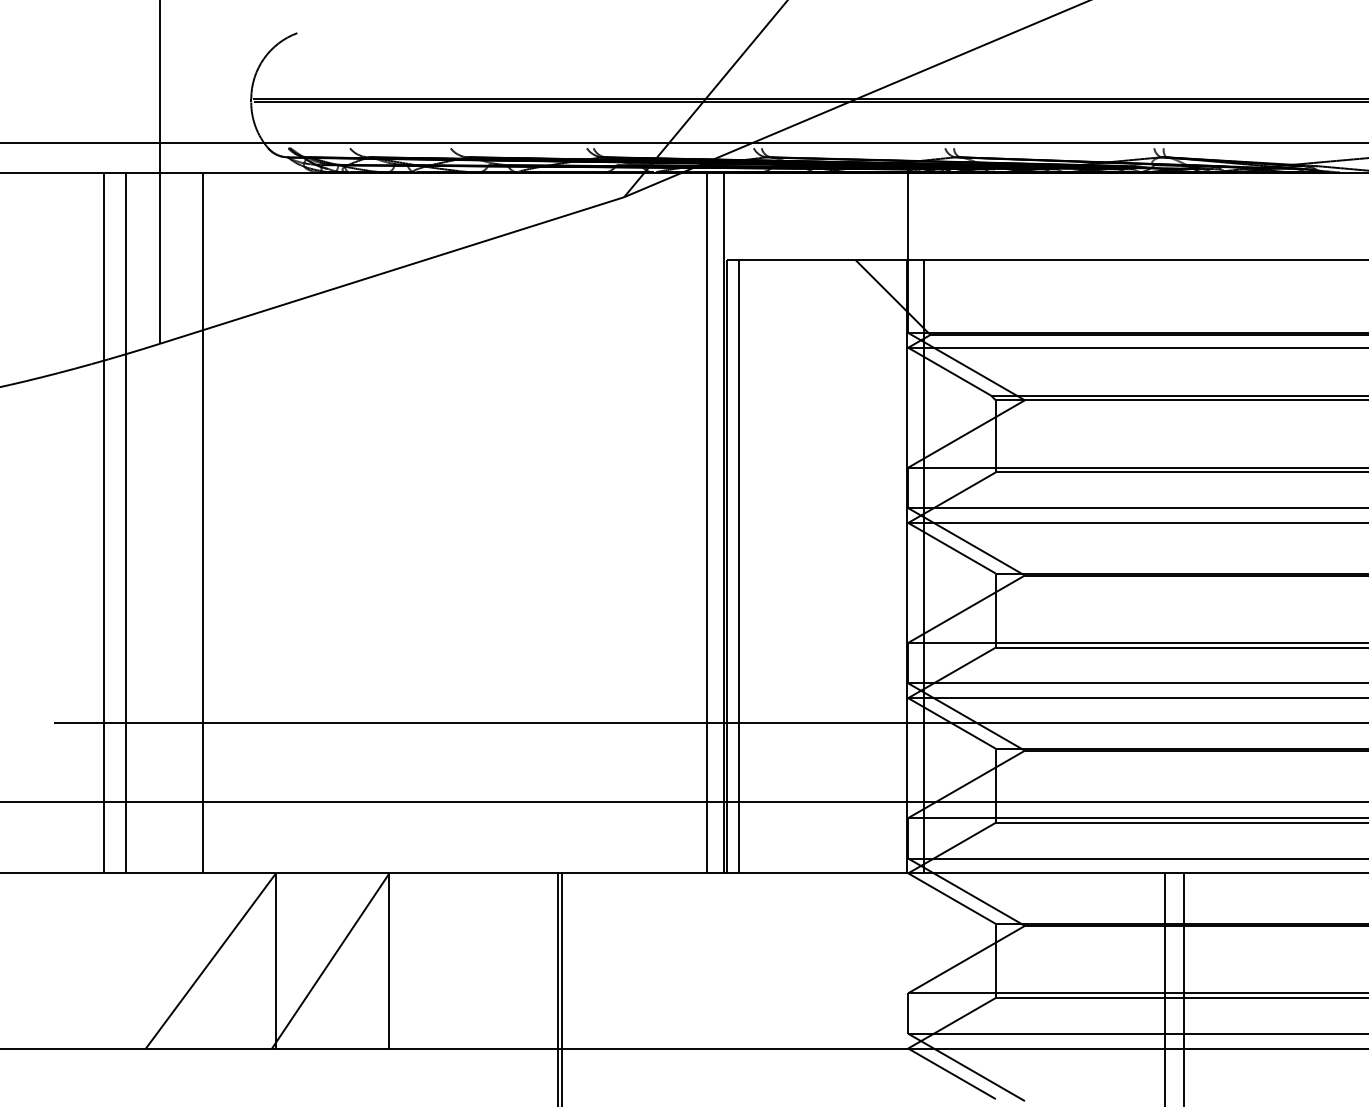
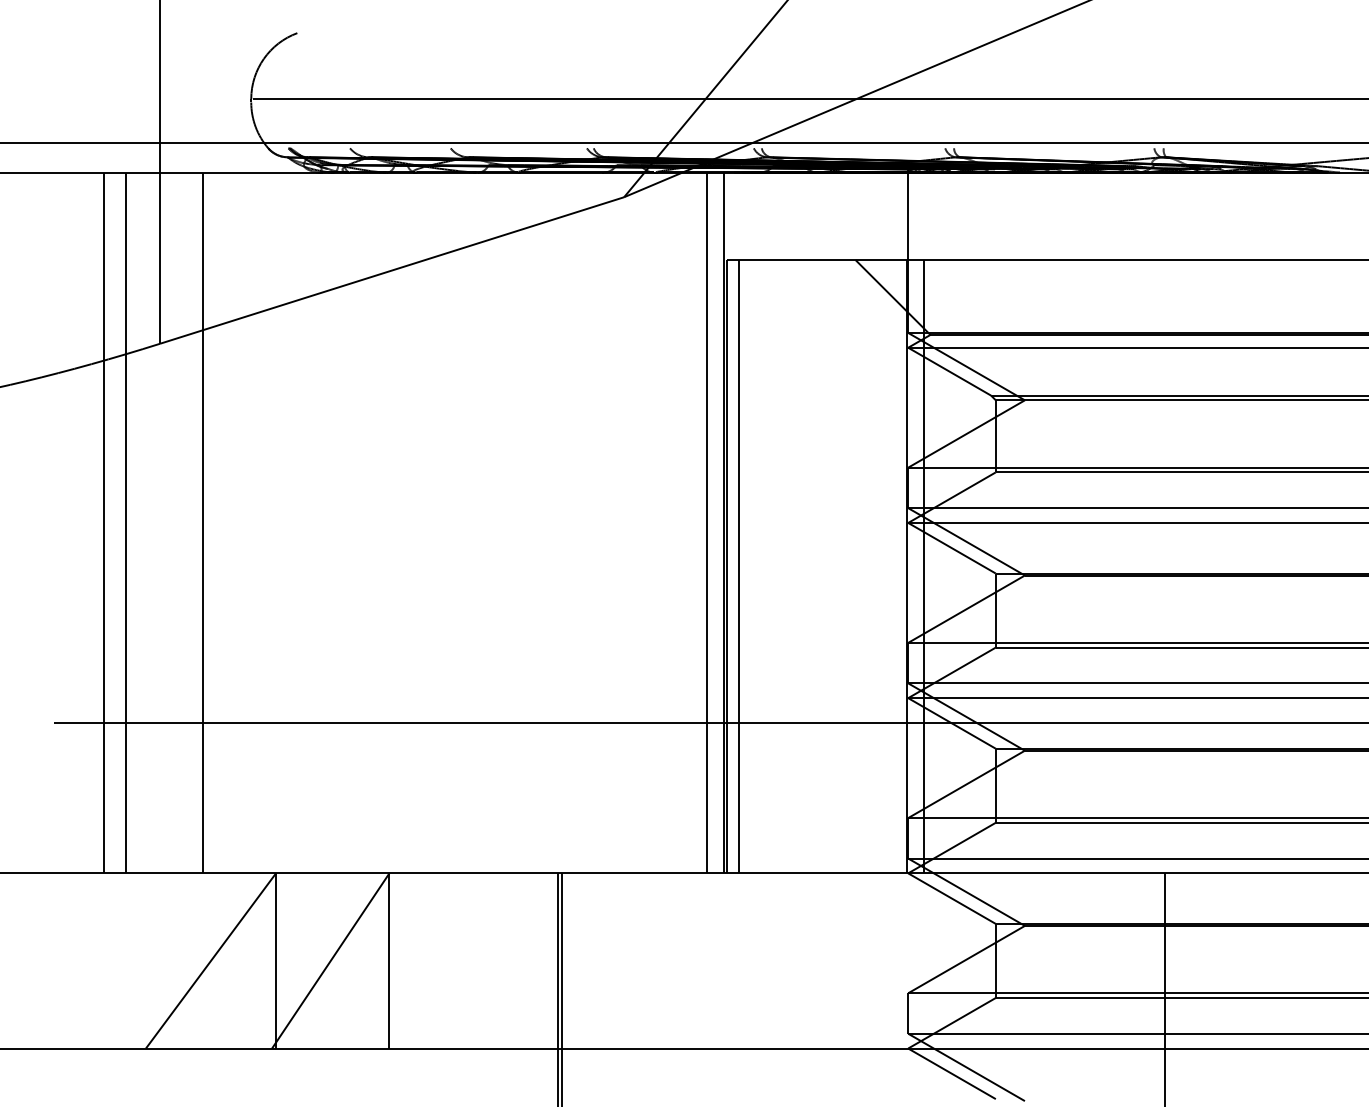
line at (809, 102): present -> none
line at (683, 801): present -> none
line at (1184, 988): present -> none
